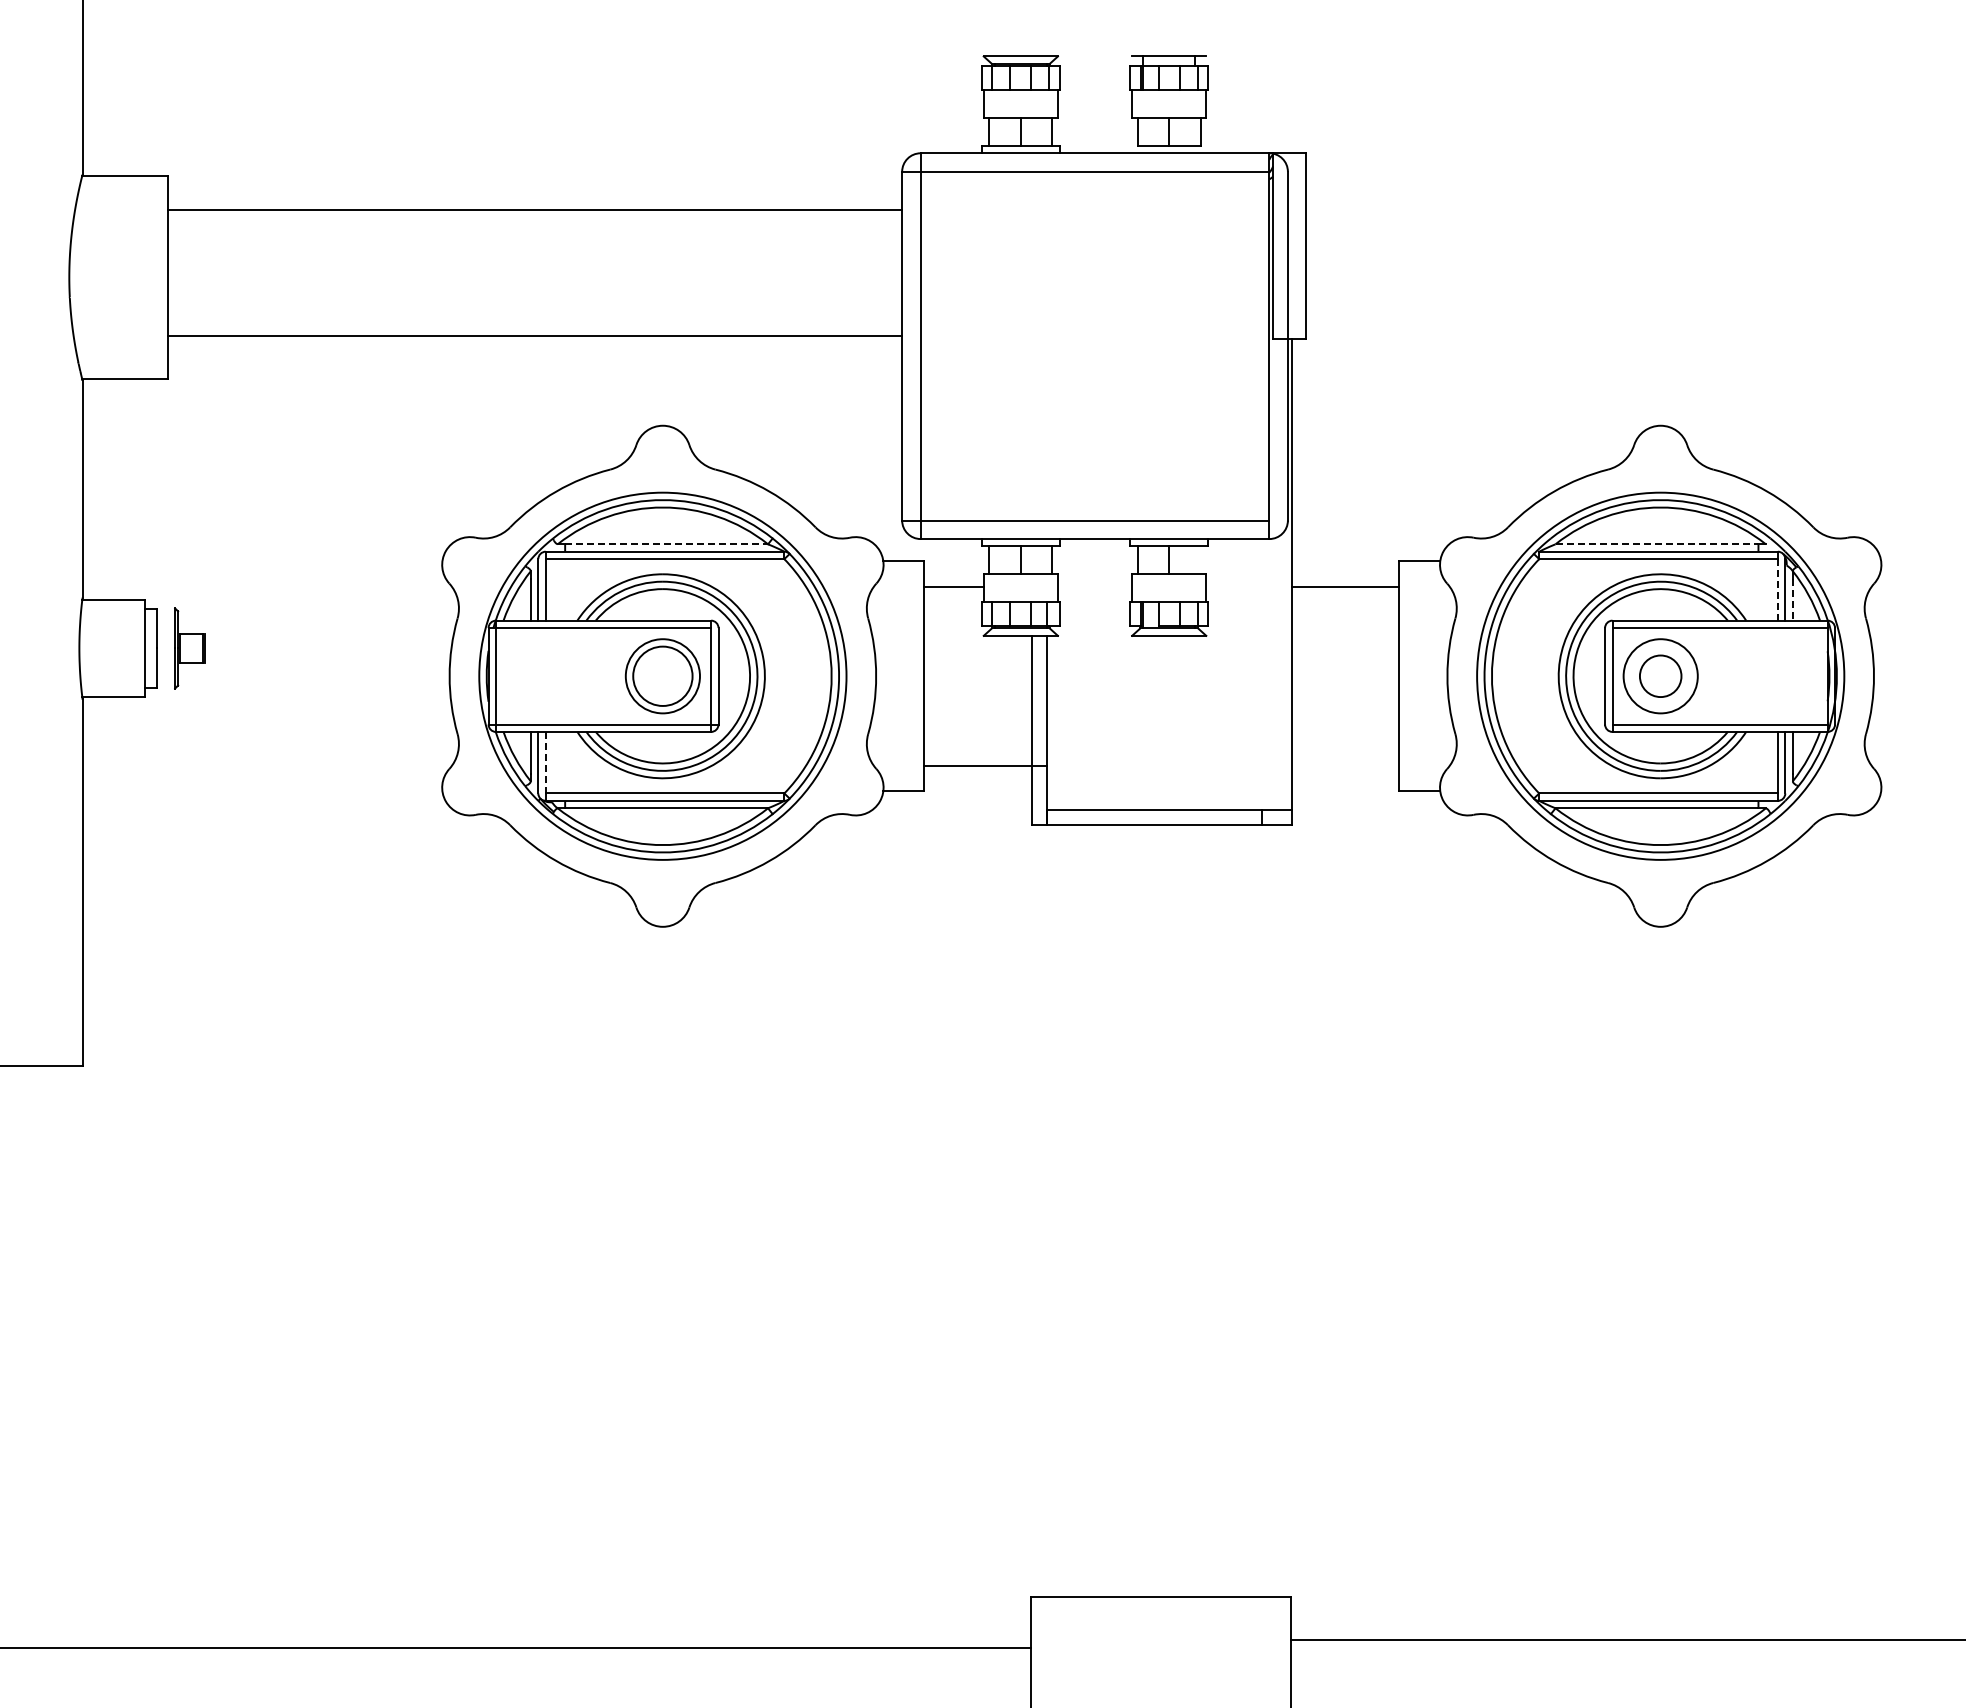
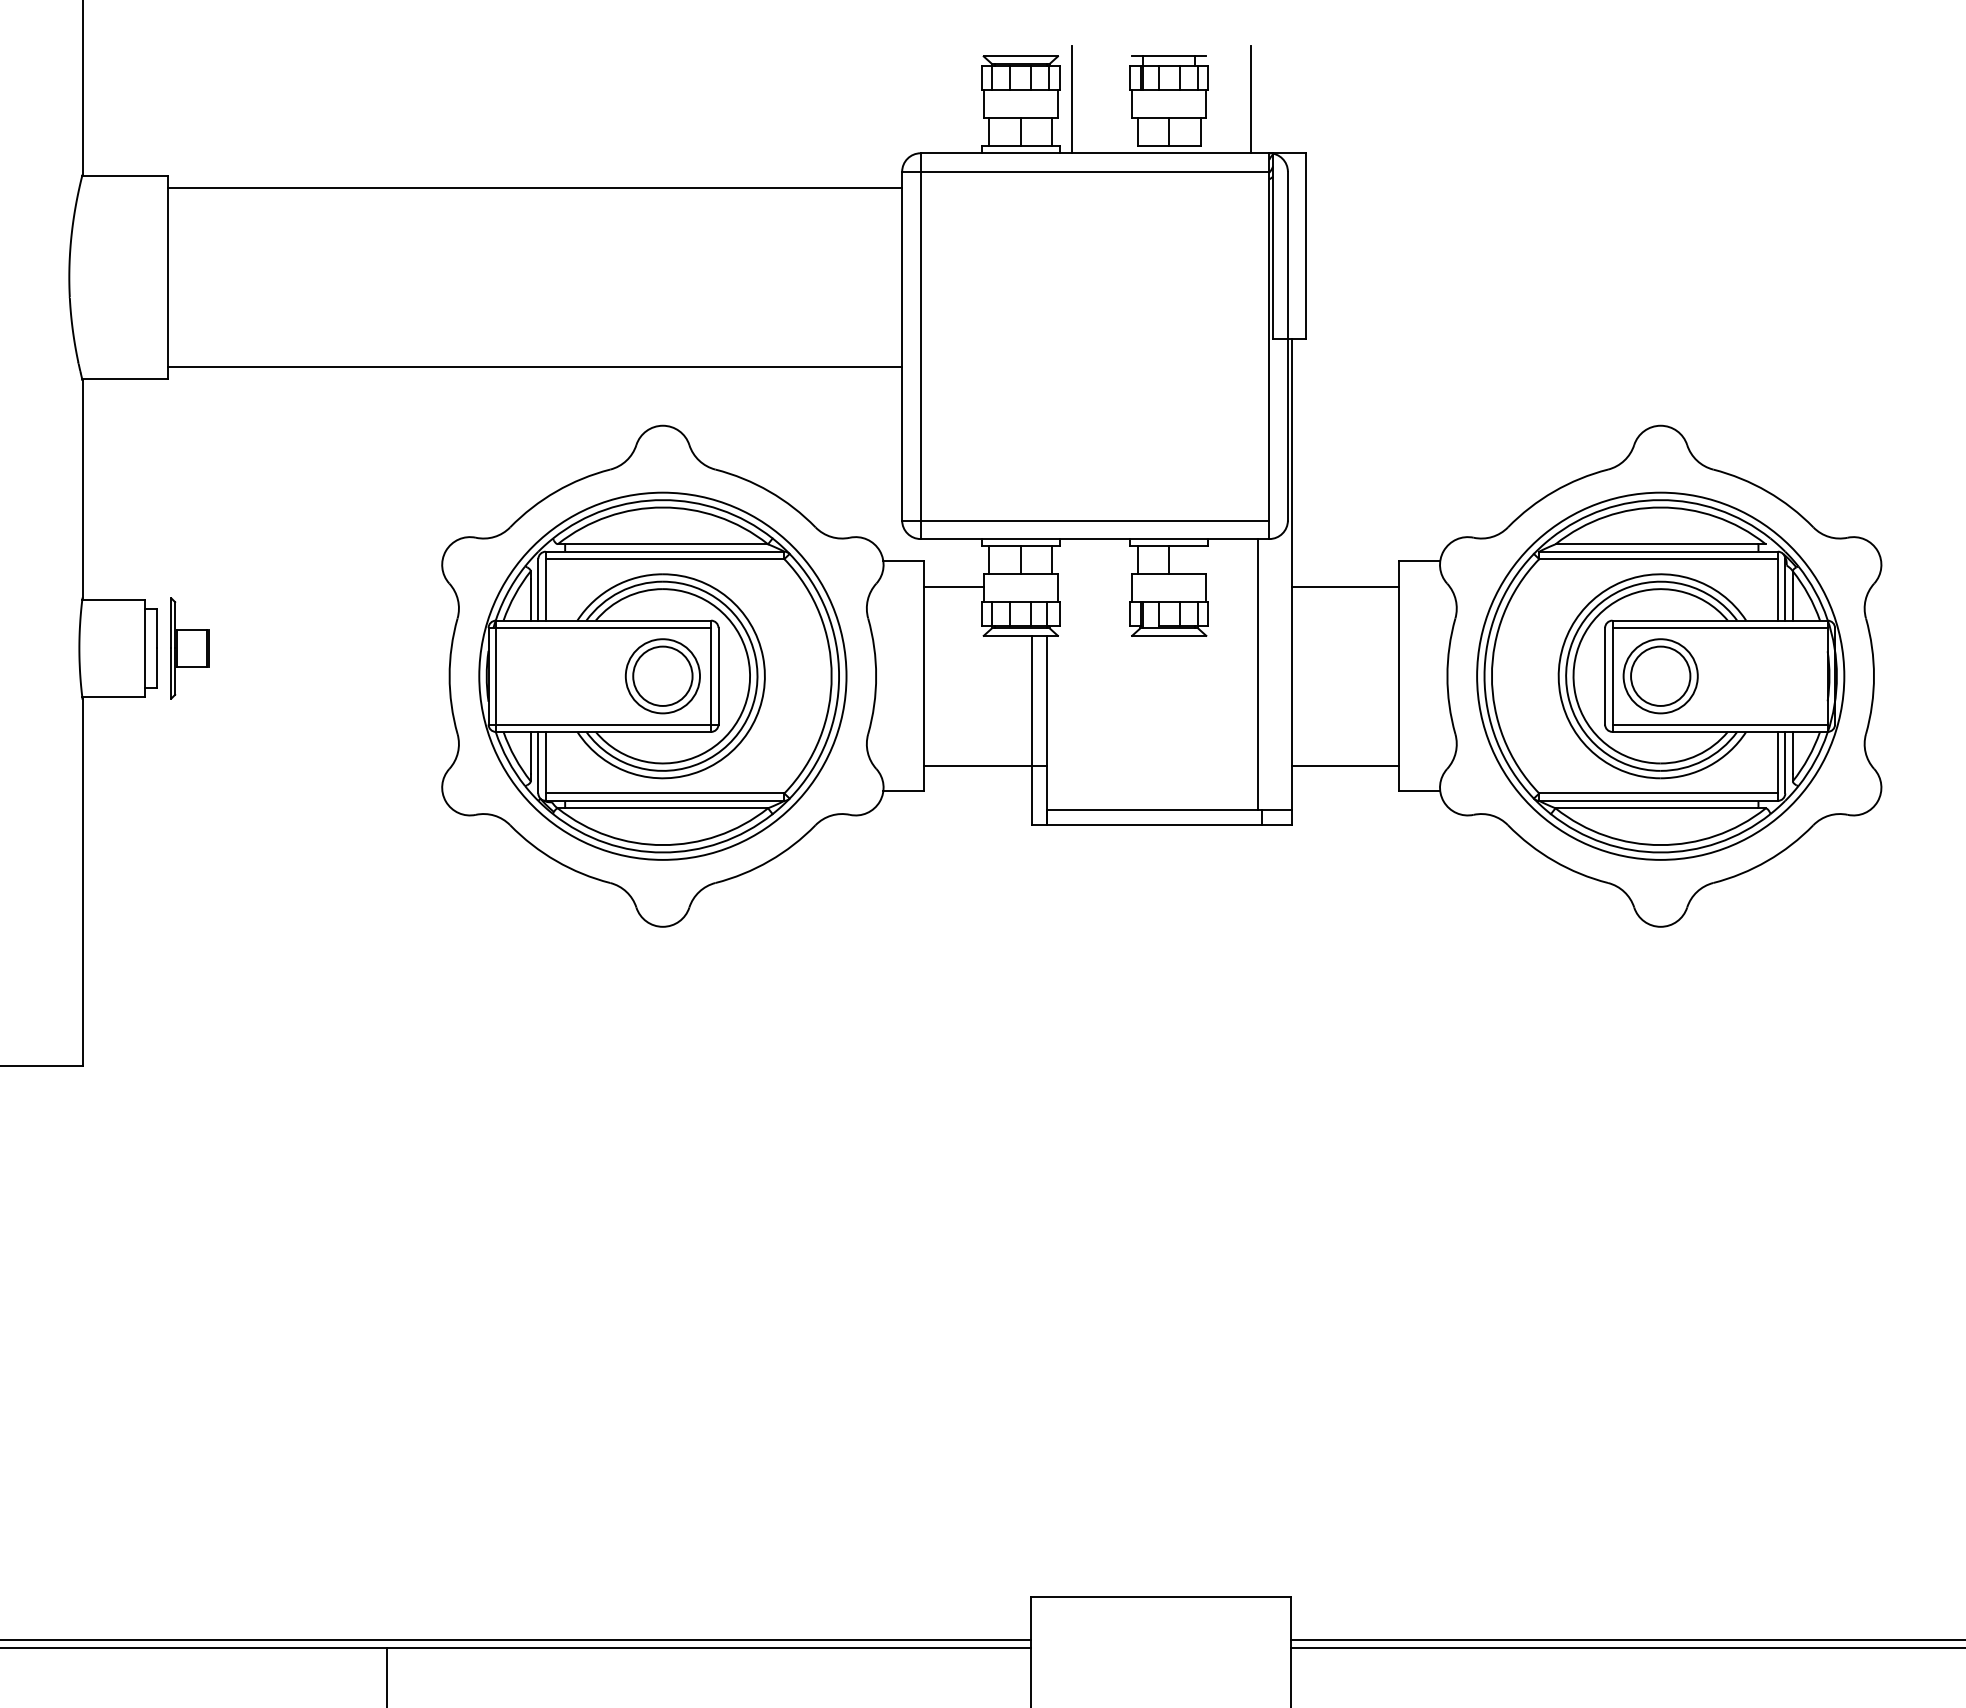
line at (1072, 99): none -> present
line at (1251, 99): none -> present
line at (534, 209) position: (534, 209) -> (534, 187)
line at (534, 336) position: (534, 336) -> (534, 367)
line at (667, 544): dashed -> solid
line at (1657, 544): dashed -> solid
line at (1777, 589): dashed -> solid
line at (1792, 600): dashed -> solid
part at (189, 648) size: 32x83 px -> 40x103 px
line at (1258, 674): none -> present
circle at (1660, 676) diameter: 42 px -> 59 px
line at (545, 762): dashed -> solid
line at (1345, 765): none -> present
line at (516, 1640): none -> present
line at (1626, 1647): none -> present
line at (386, 1675): none -> present
